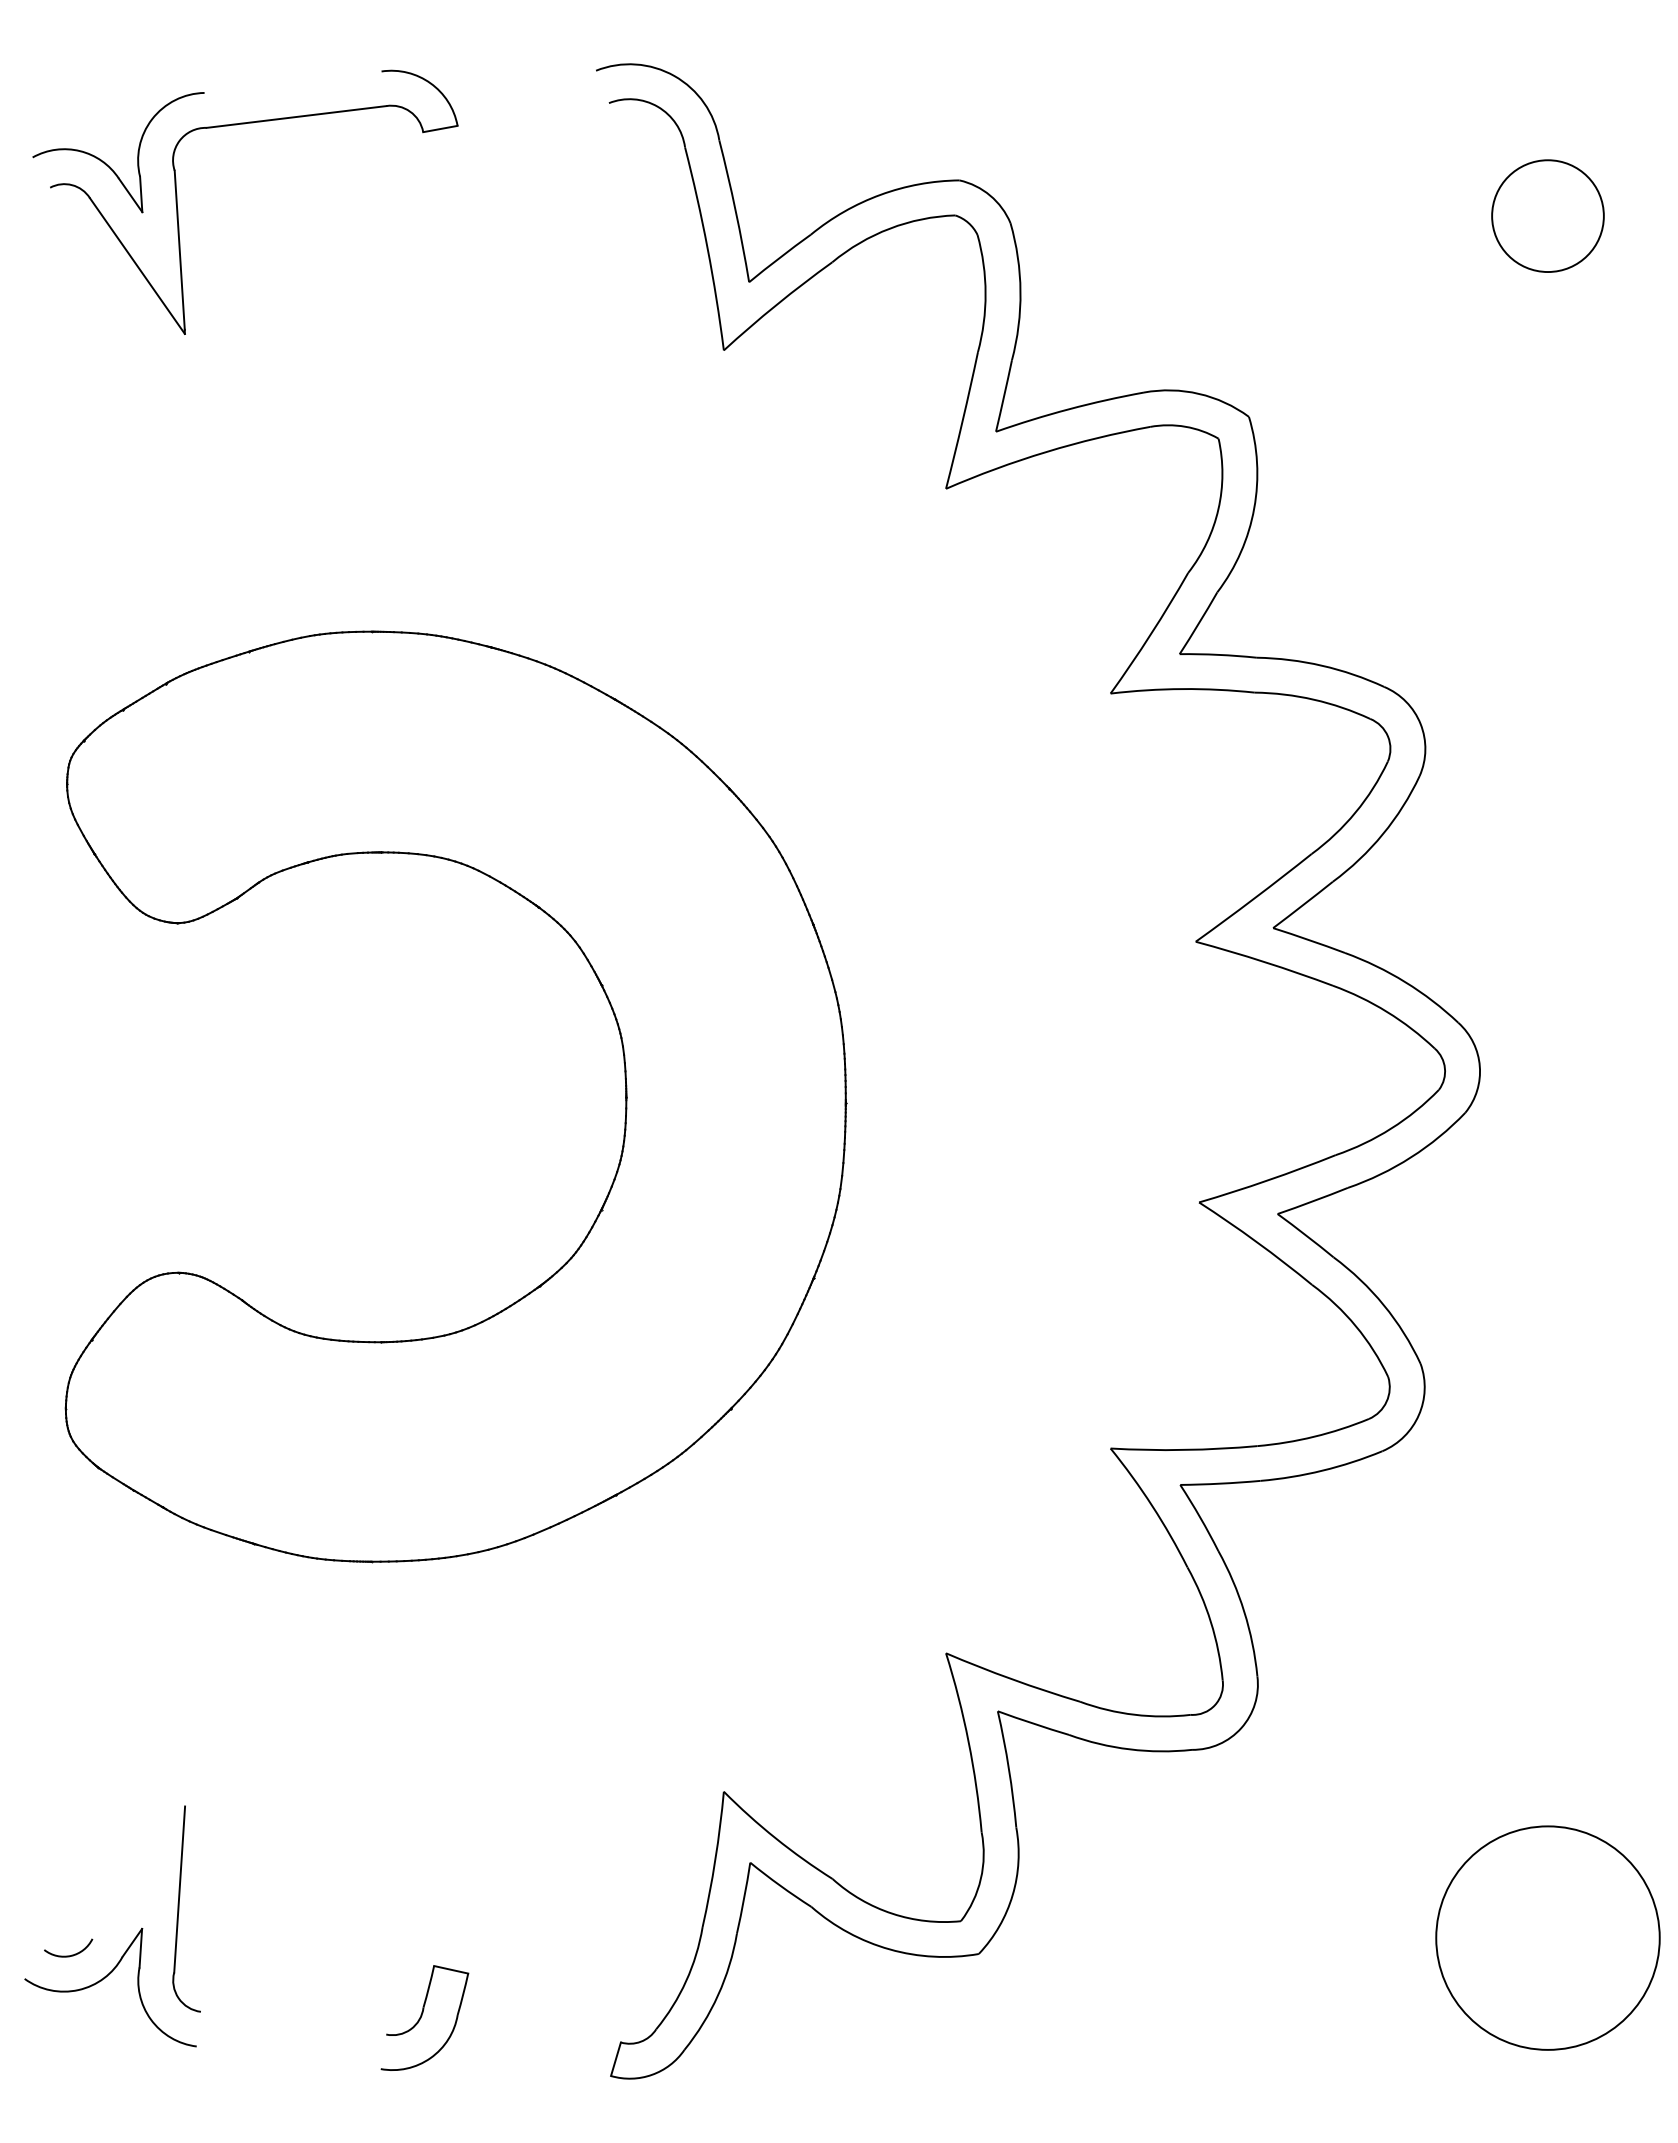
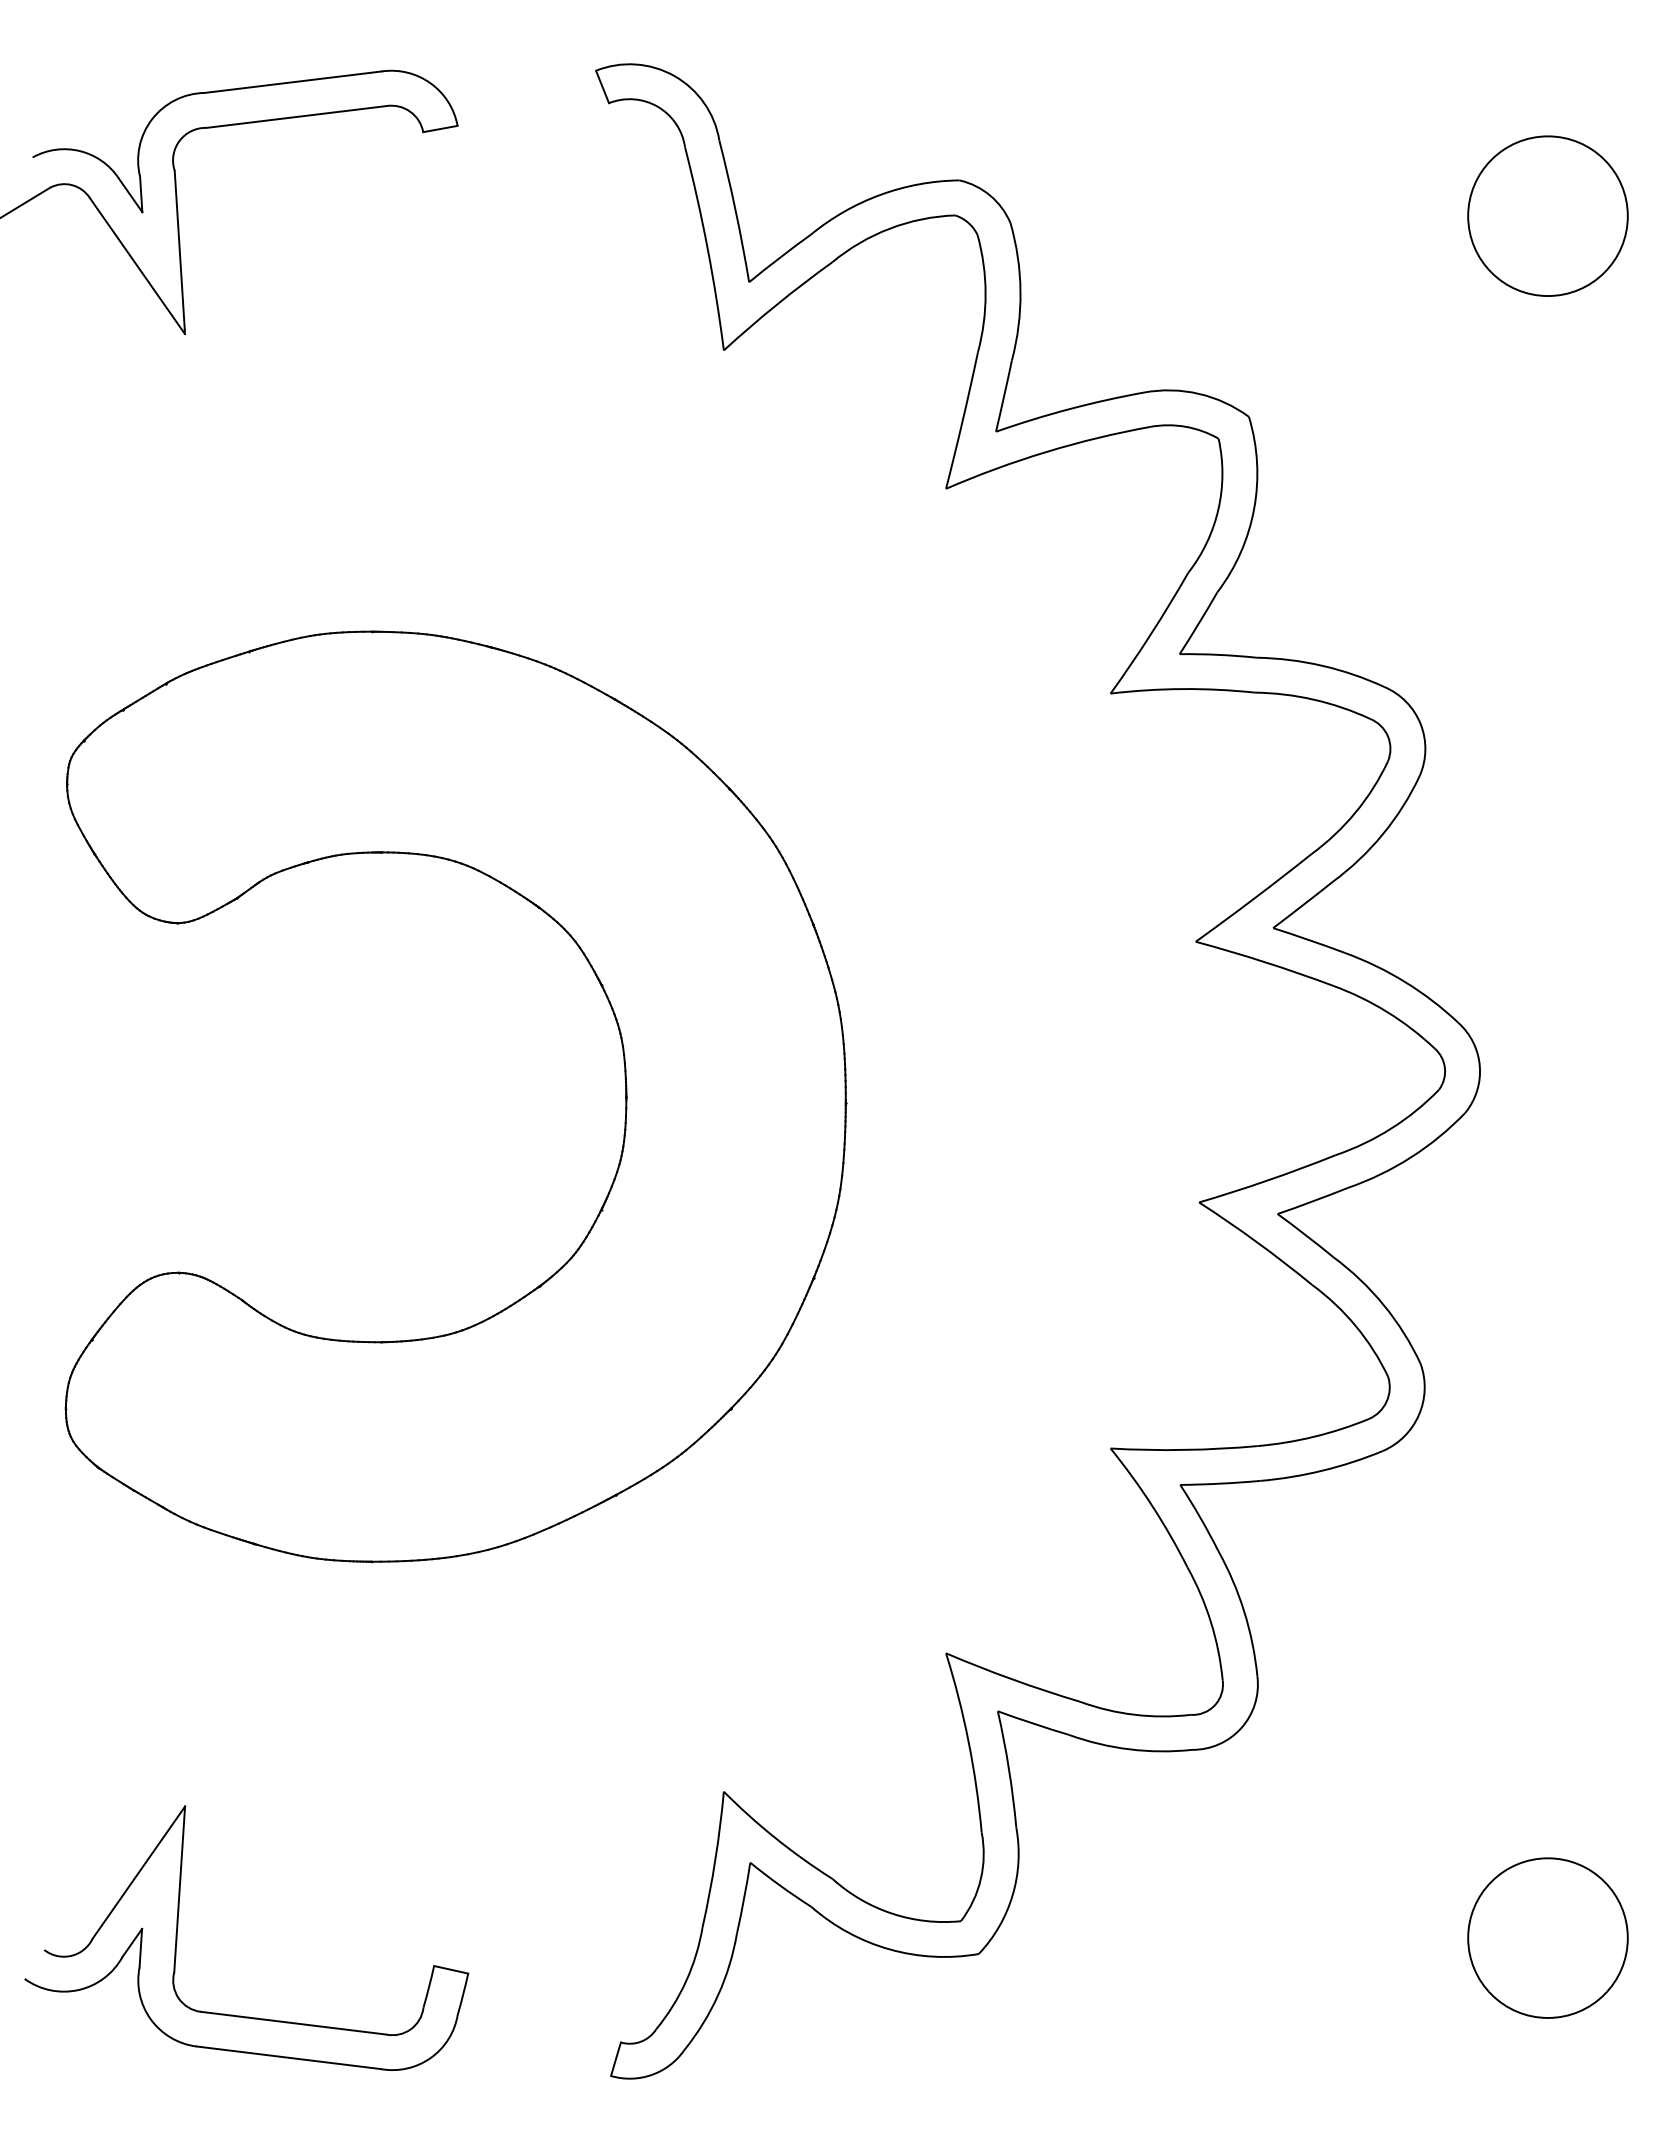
line at (292, 81): none -> present
line at (602, 86): none -> present
line at (26, 201): none -> present
circle at (1547, 215) size: 114x114 px -> 162x162 px
line at (138, 1872): none -> present
circle at (1547, 1937) diameter: 224 px -> 160 px
line at (293, 2022): none -> present
line at (288, 2057): none -> present
